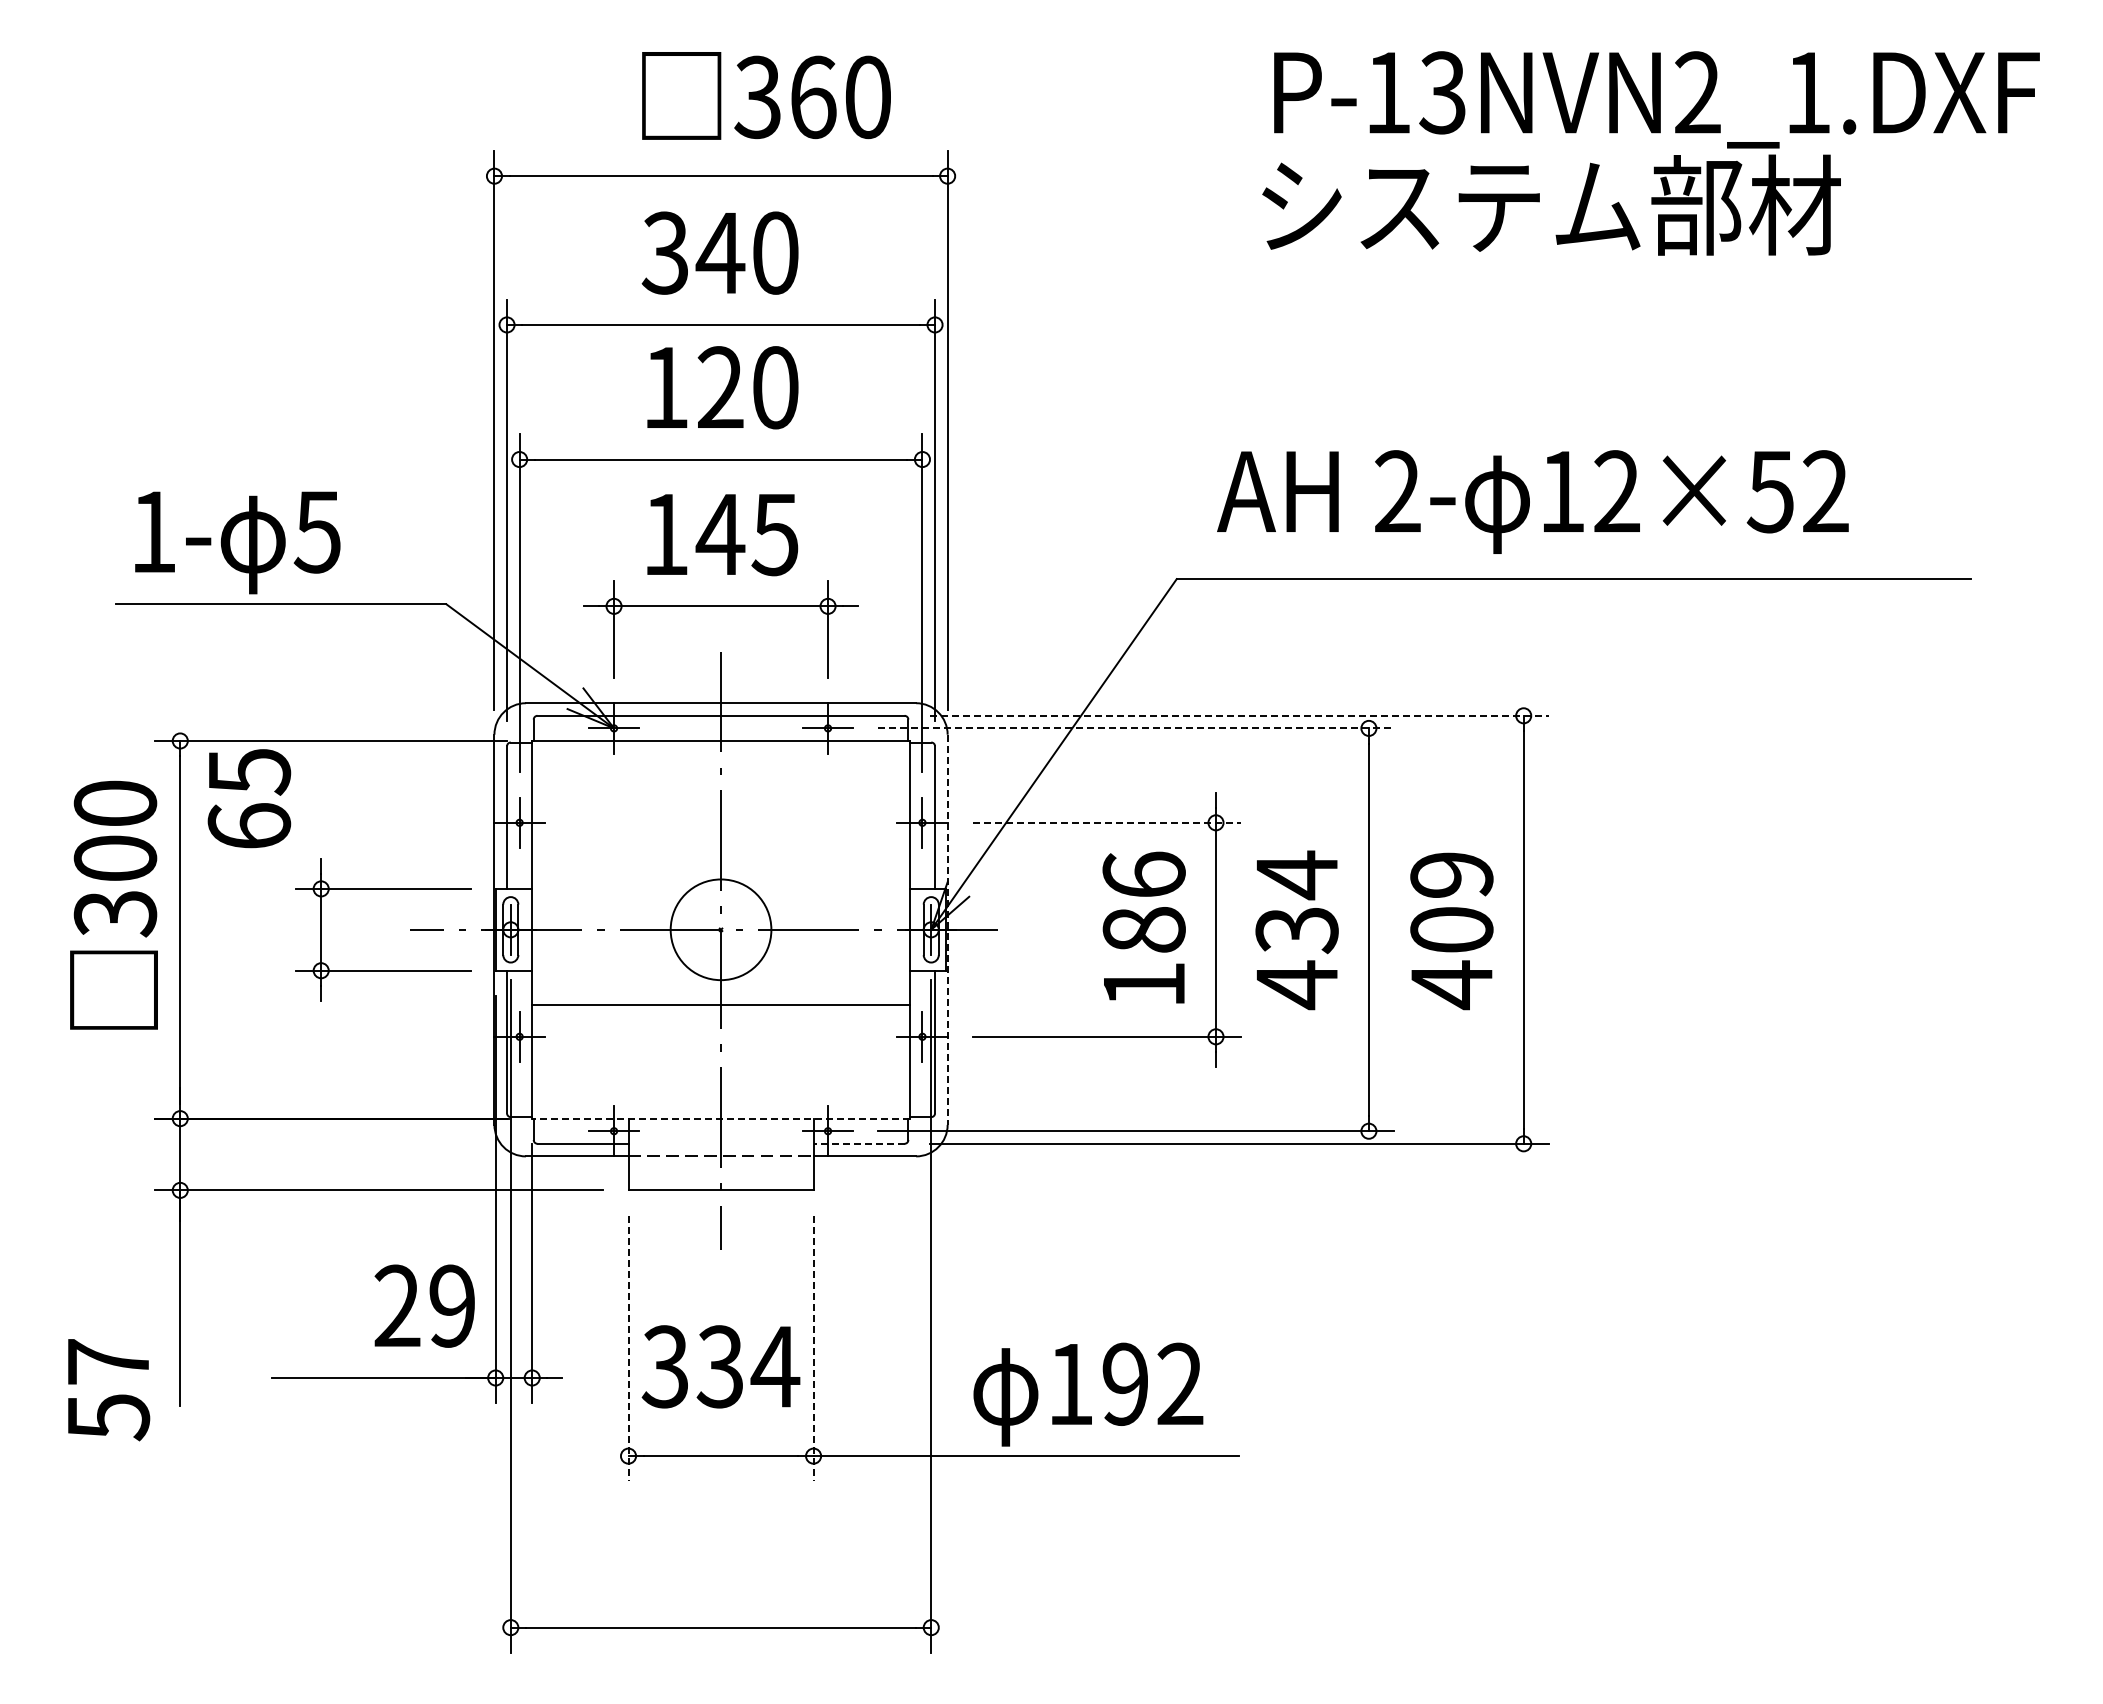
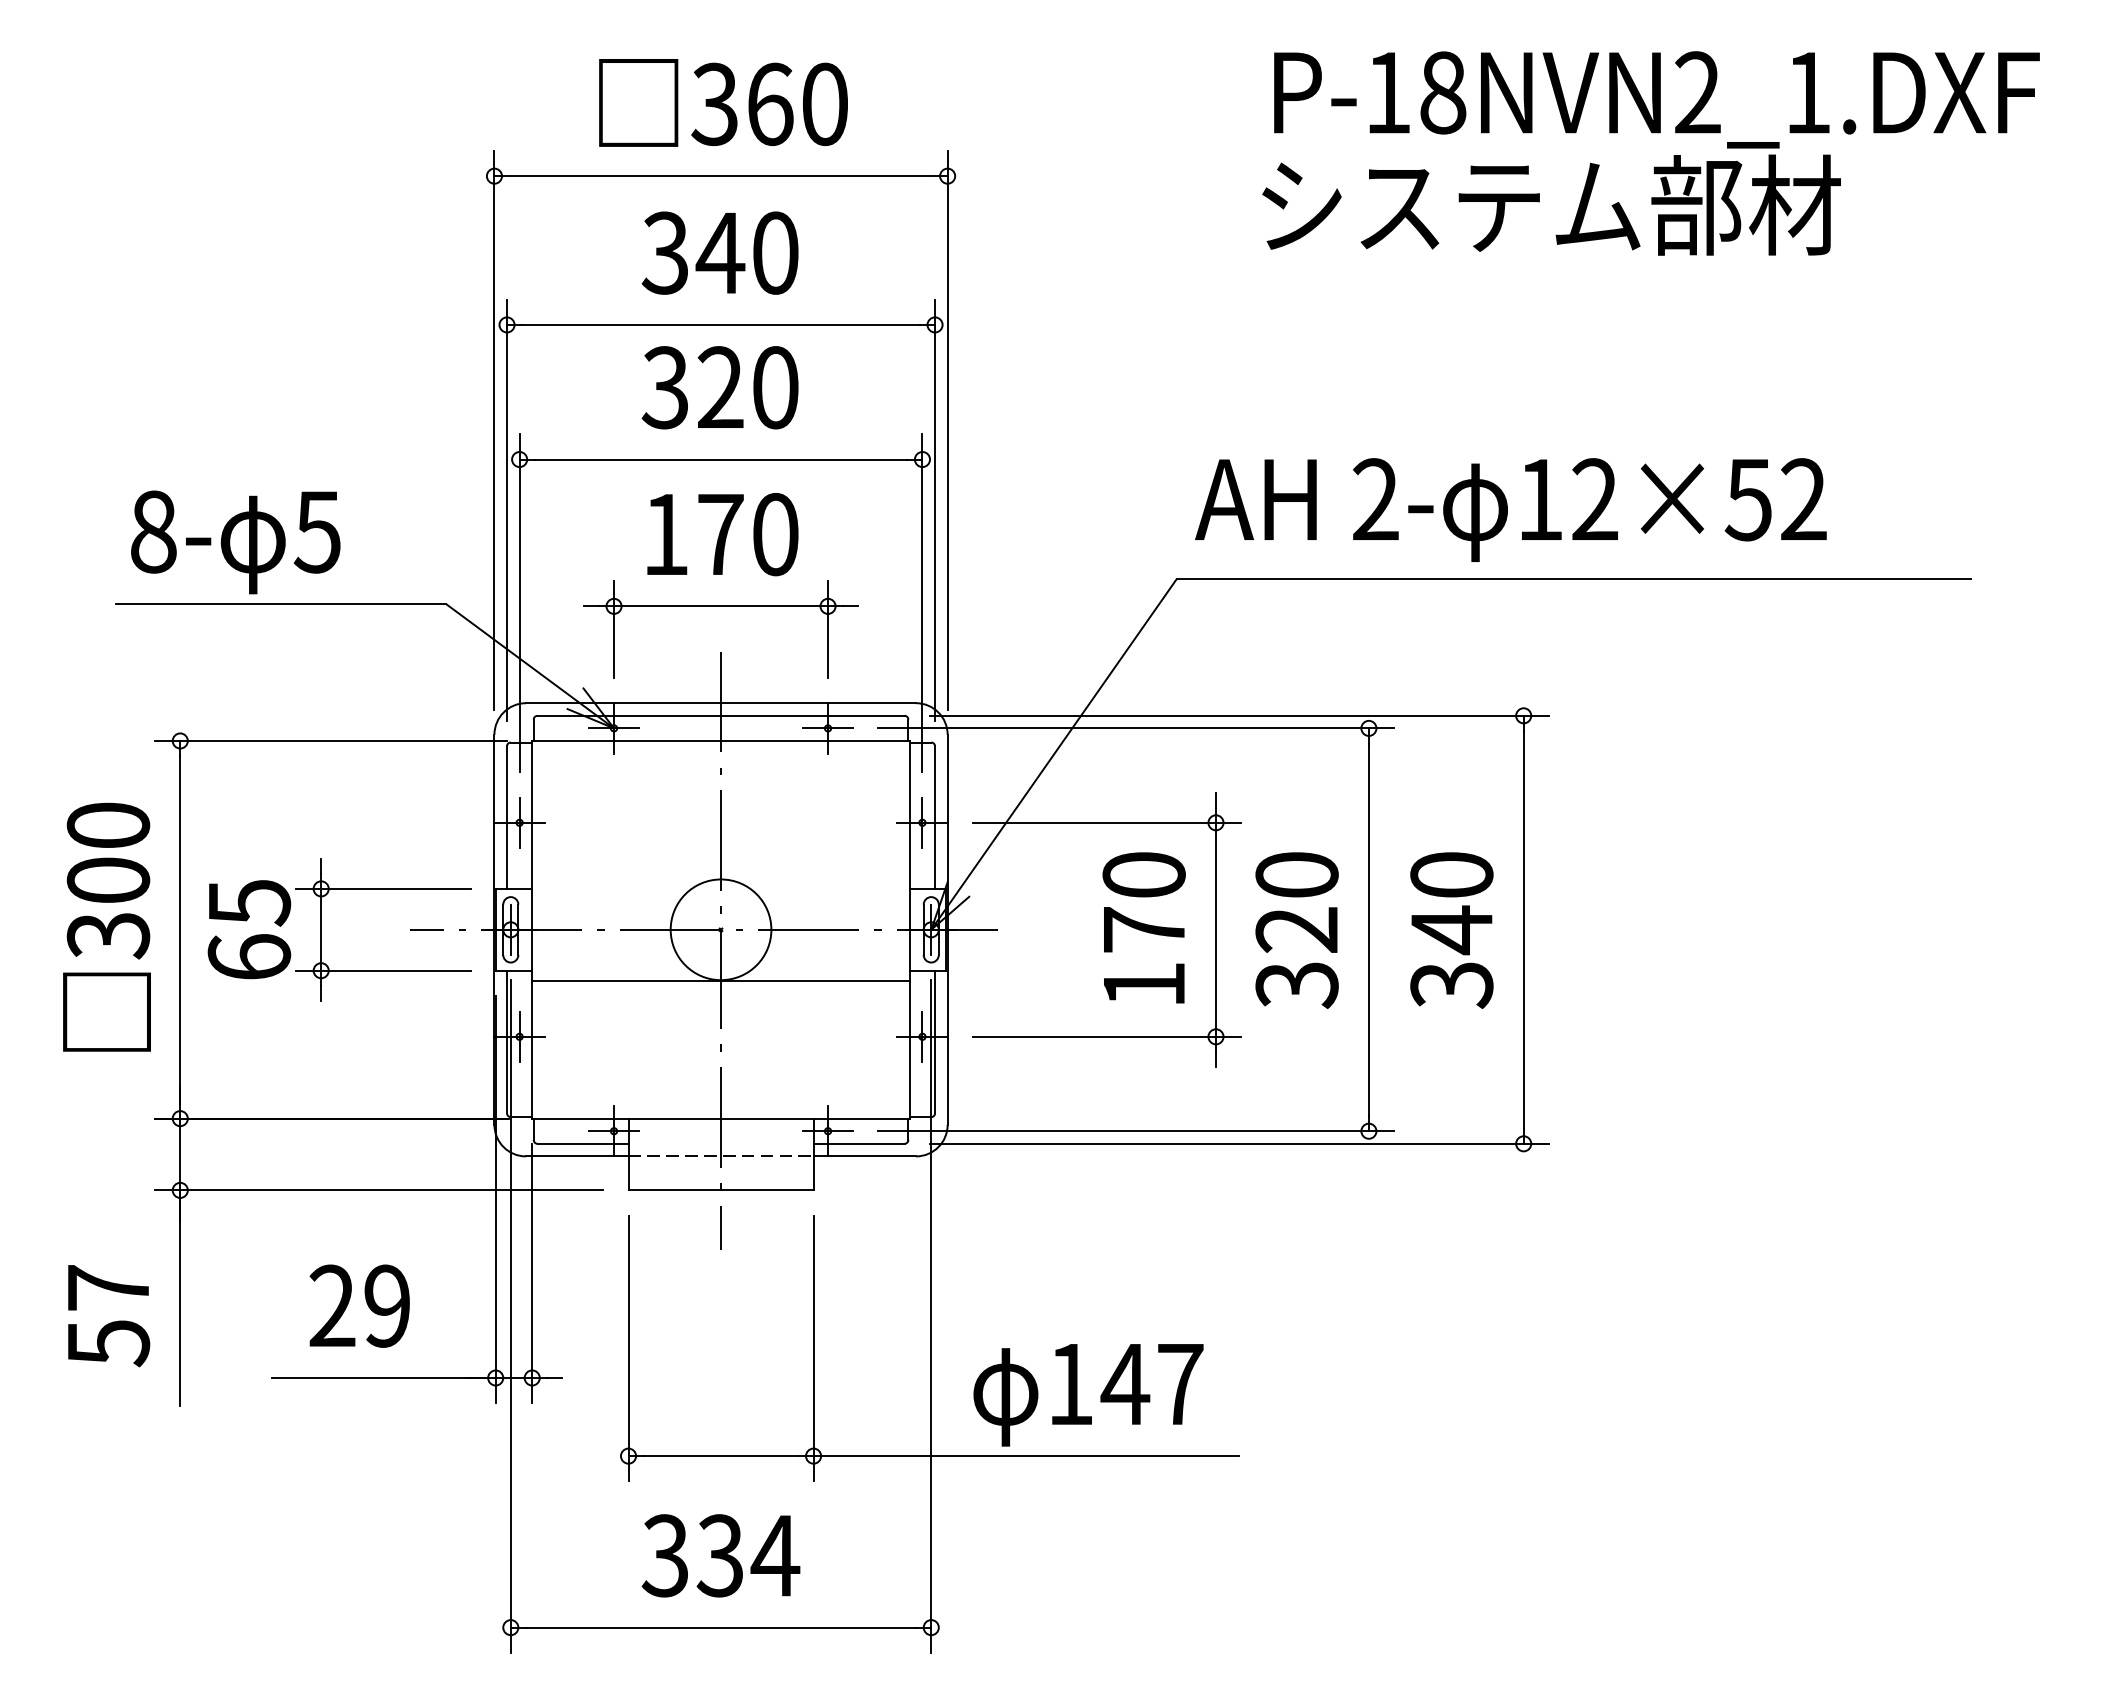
text at (1442, 92): P-13NVN2_1.DXF -> P-18NVN2_1.DXF
text at (766, 95) position: (766, 95) -> (723, 102)
text at (664, 387): 120 -> 320
text at (1532, 501) position: (1532, 501) -> (1510, 509)
text at (153, 531): 1- -> 8-
text at (746, 534): 145 -> 170
line at (1239, 715): dashed -> solid
line at (1136, 728): dashed -> solid
text at (249, 798) position: (249, 798) -> (249, 929)
line at (1107, 822): dashed -> solid
text at (1143, 901): 186 -> 170
text at (113, 904) position: (113, 904) -> (106, 926)
line at (947, 930): dashed -> solid
text at (1296, 930): 434 -> 320
text at (1451, 931): 409 -> 340
line at (720, 1004) position: (720, 1004) -> (720, 980)
line at (721, 1118): dashed -> solid
line at (859, 1143): dashed -> solid
text at (424, 1305) position: (424, 1305) -> (359, 1305)
line at (628, 1348): dashed -> solid
line at (813, 1348): dashed -> solid
text at (720, 1366) position: (720, 1366) -> (720, 1555)
text at (1151, 1383): 192 -> 147
text at (109, 1390) position: (109, 1390) -> (109, 1316)
